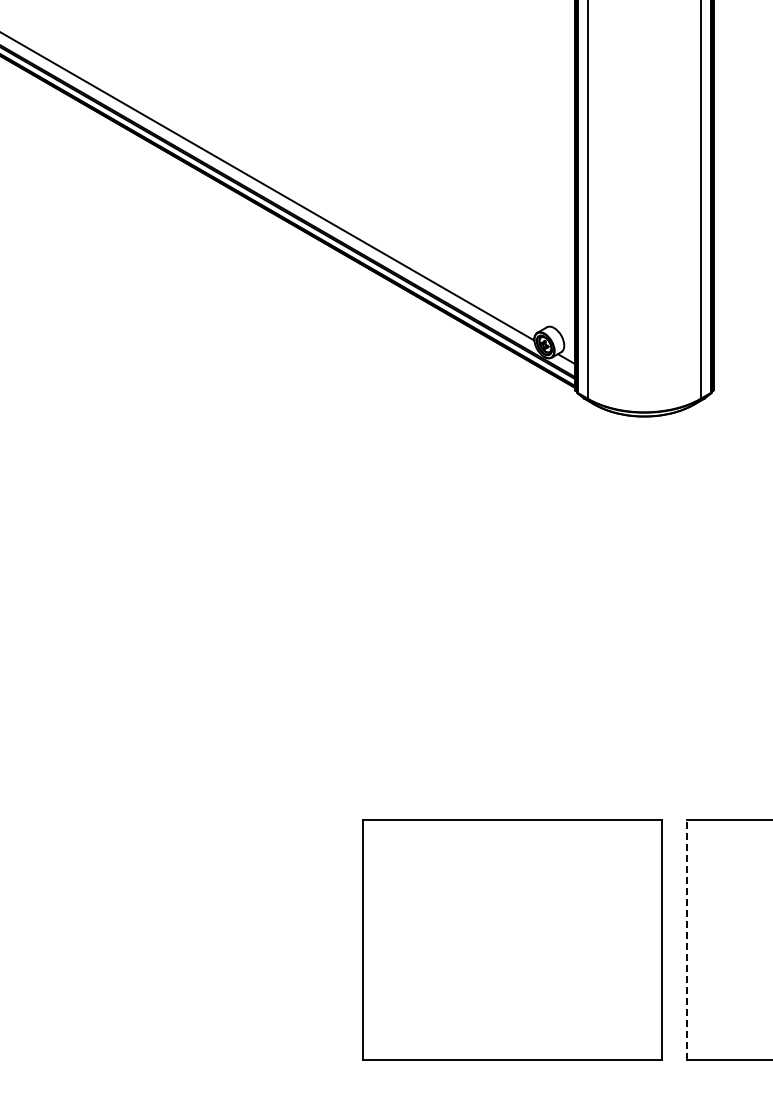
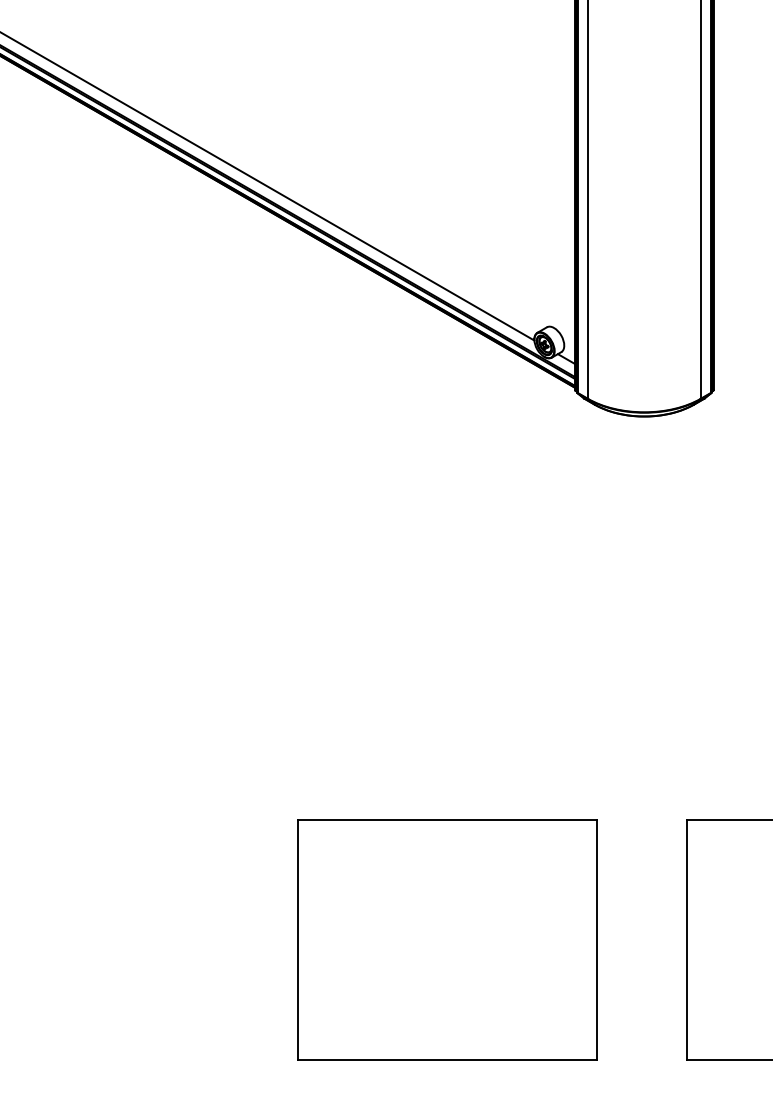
part at (512, 939) position: (512, 939) -> (447, 939)
line at (686, 940): dashed -> solid
